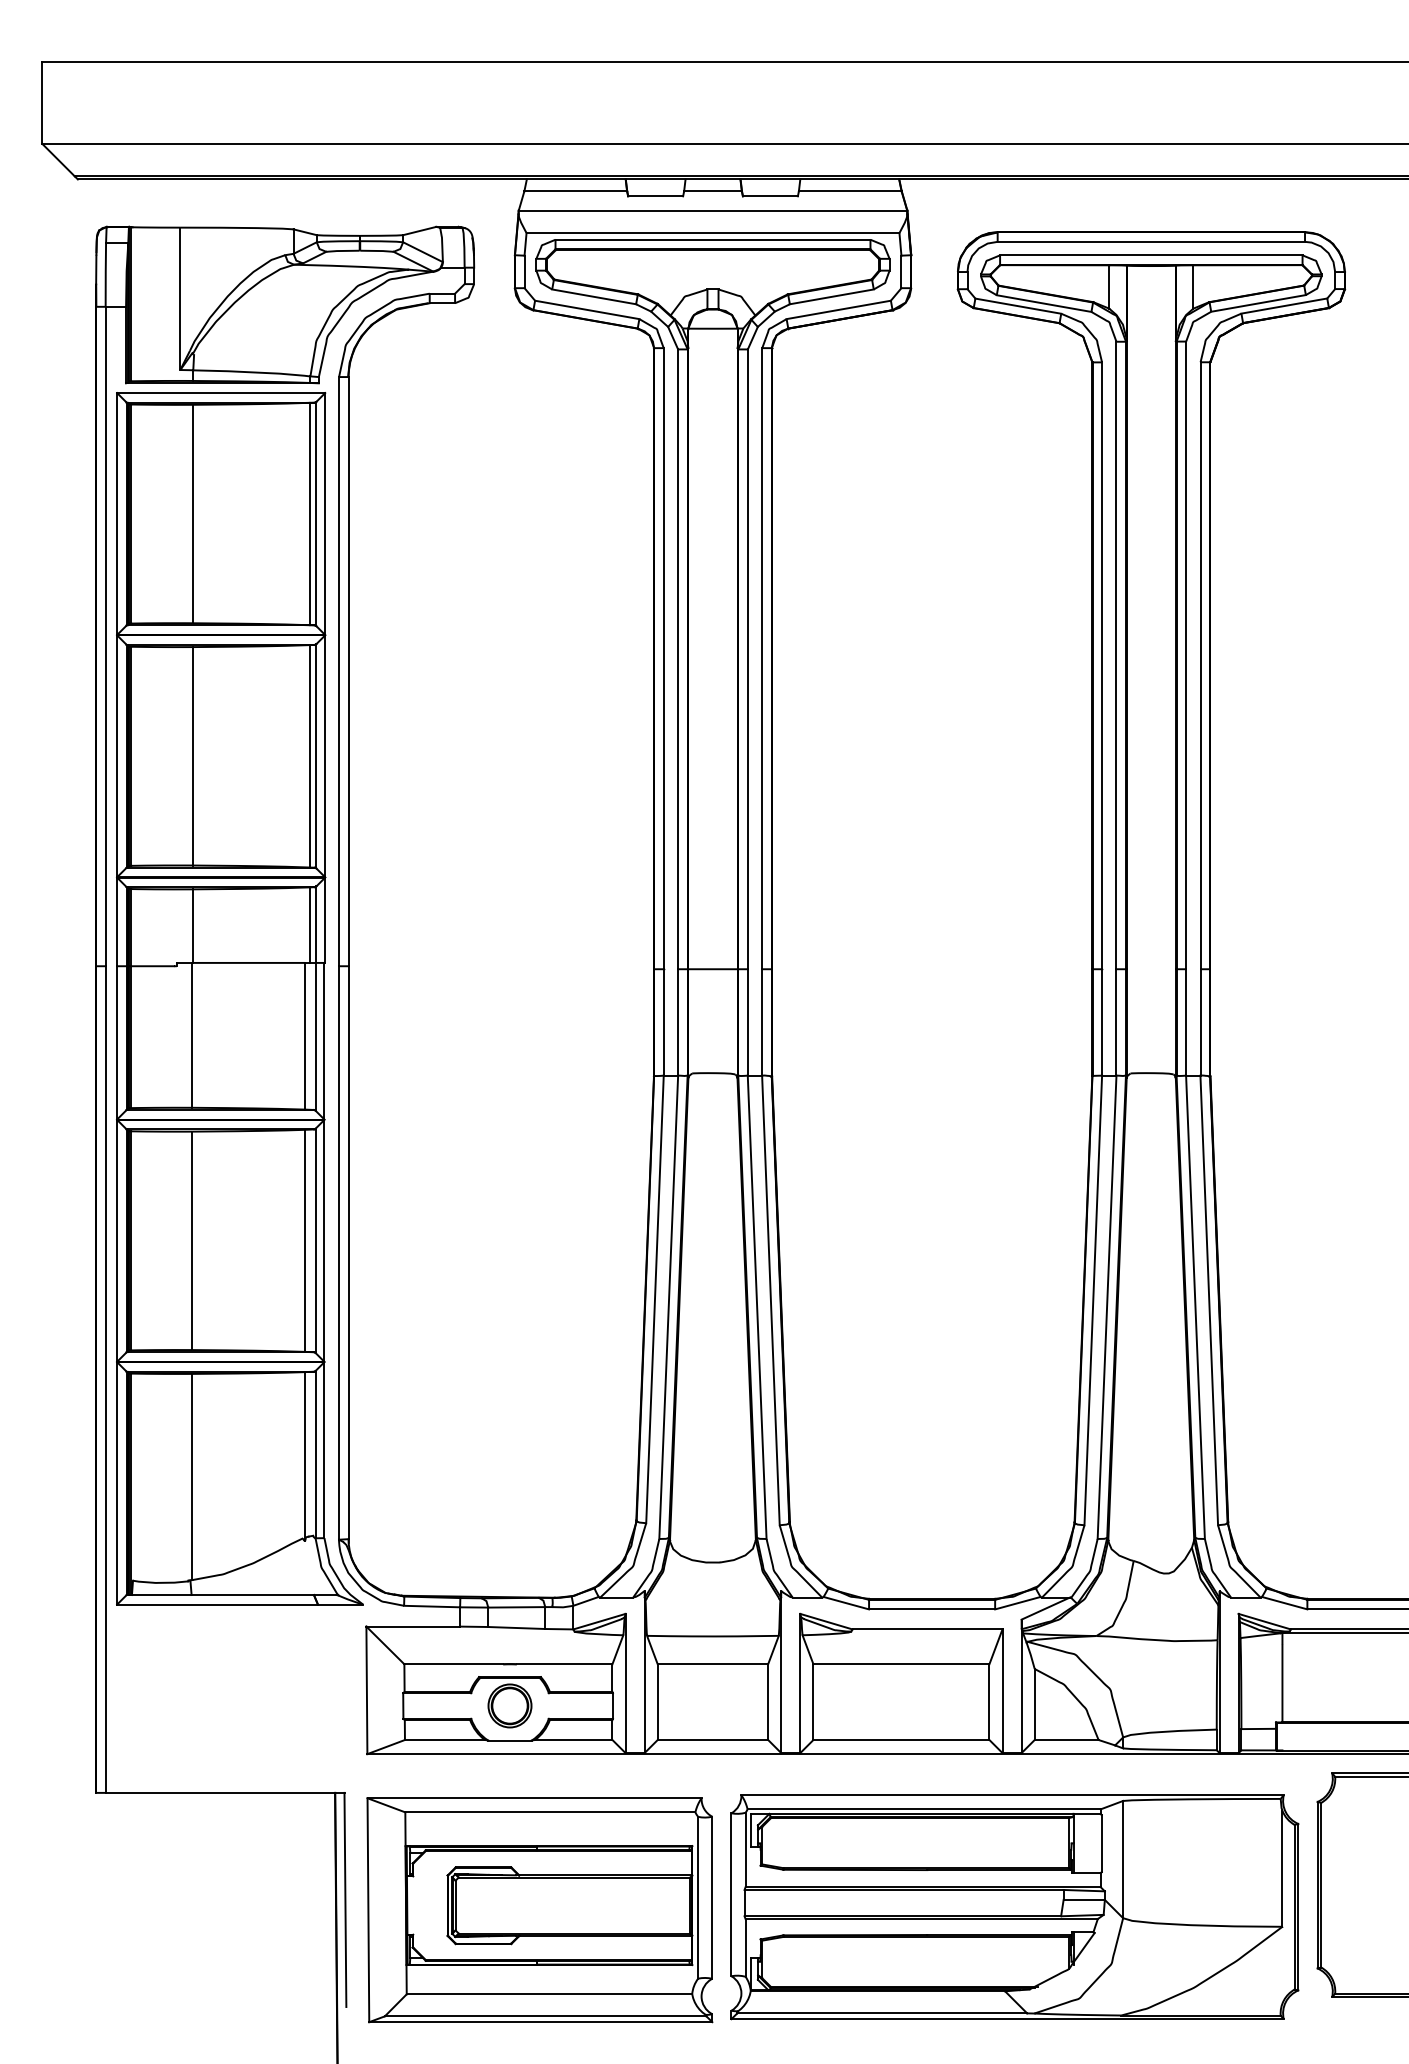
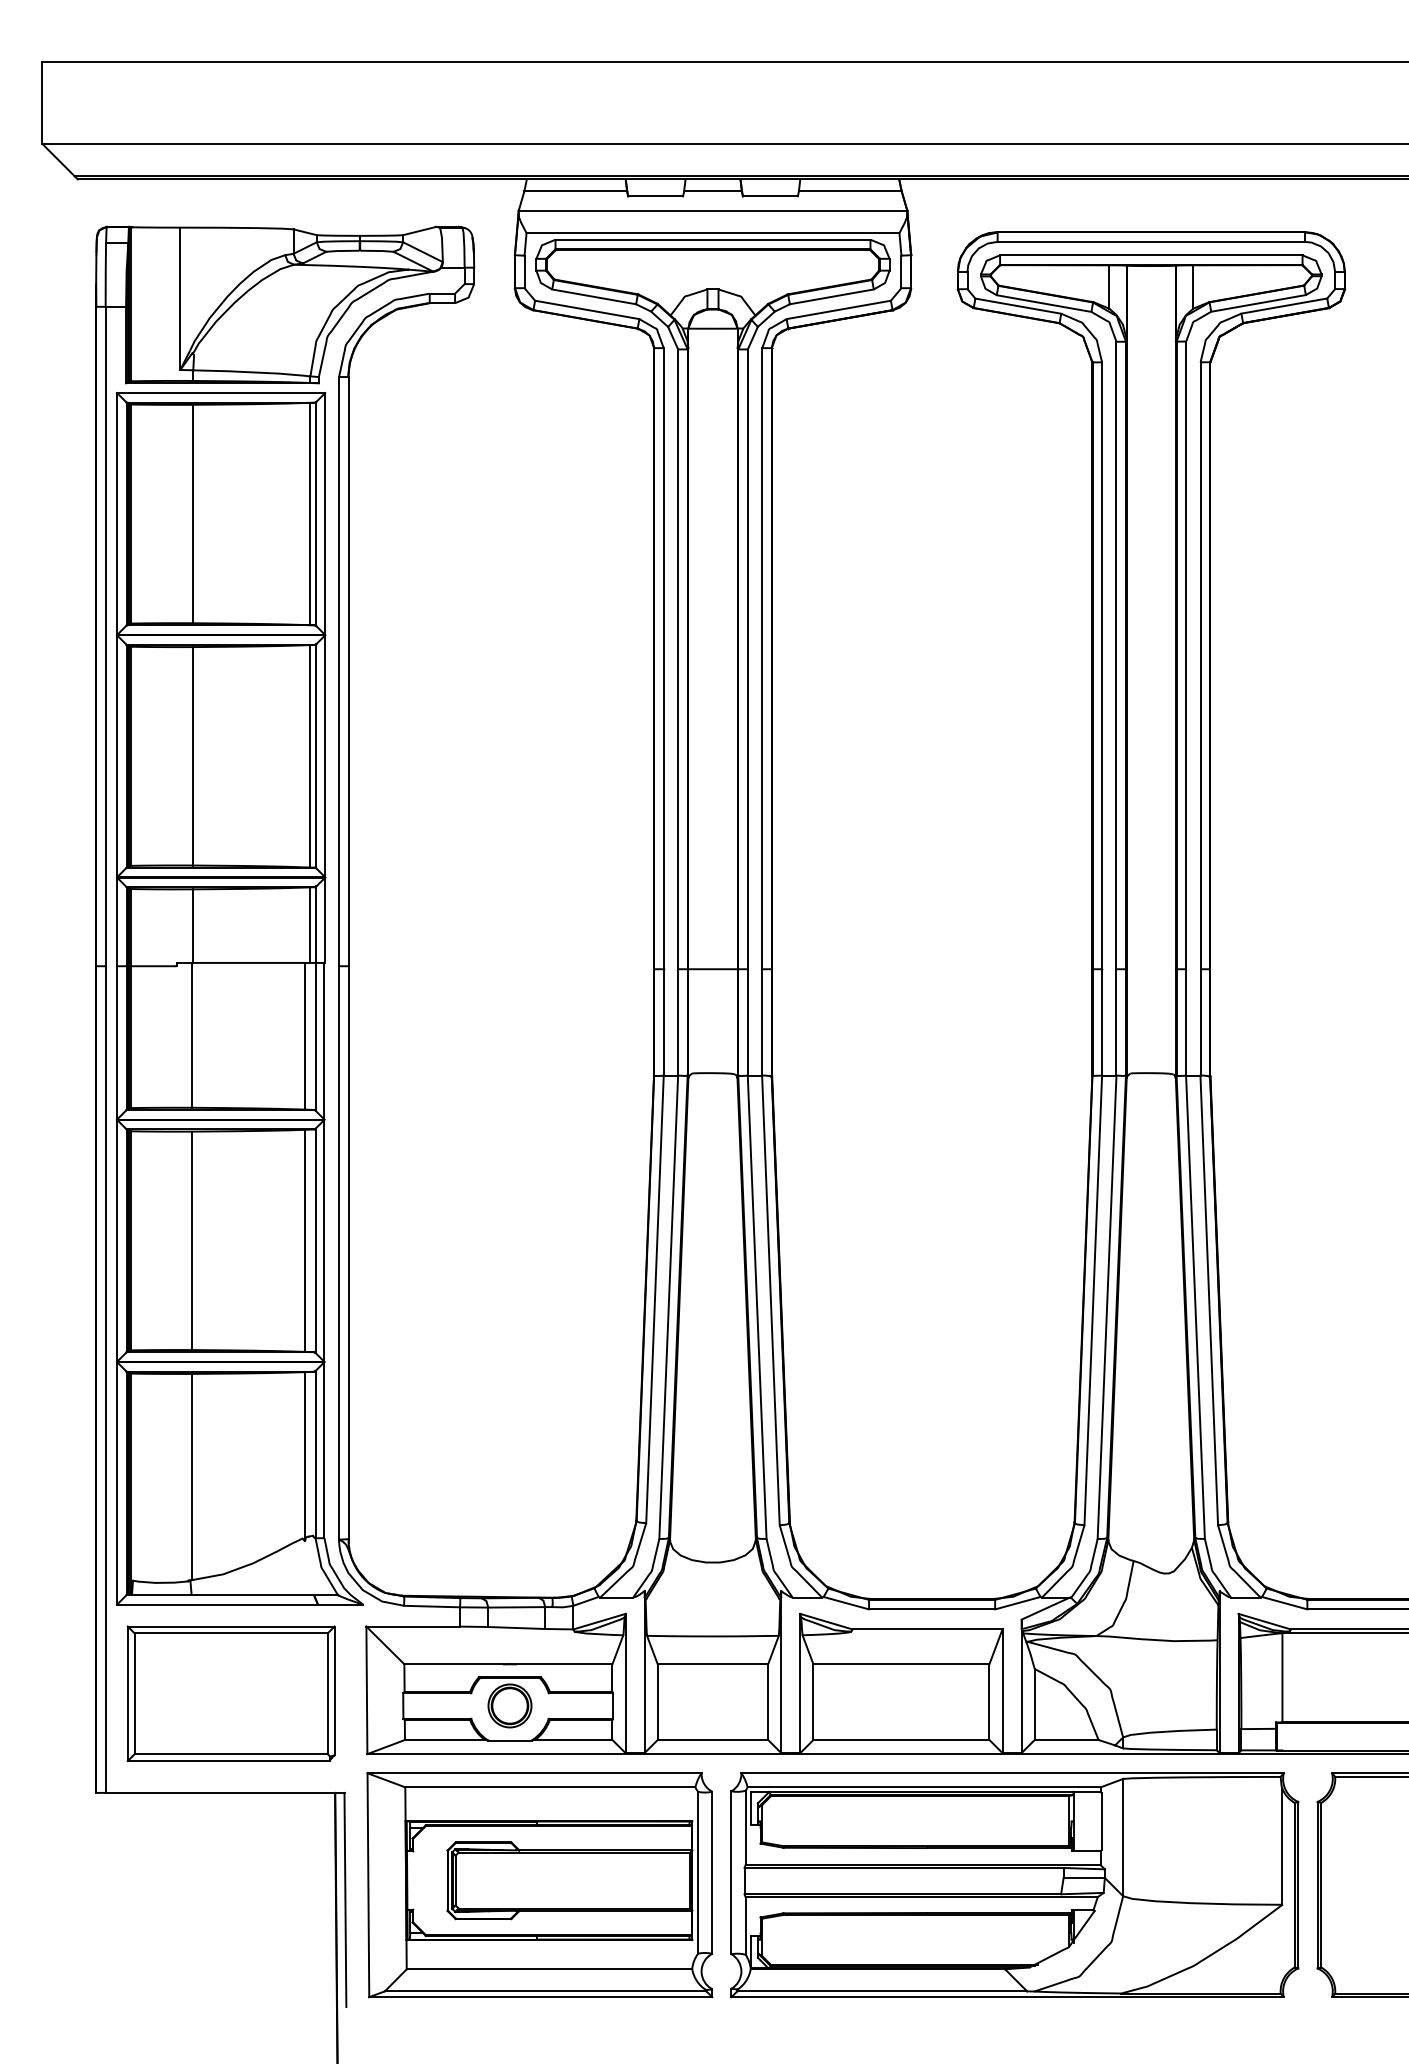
part at (230, 1693): none -> present
part at (1014, 1907) position: (1014, 1907) -> (1014, 1885)
part at (539, 1910) position: (539, 1910) -> (539, 1885)
